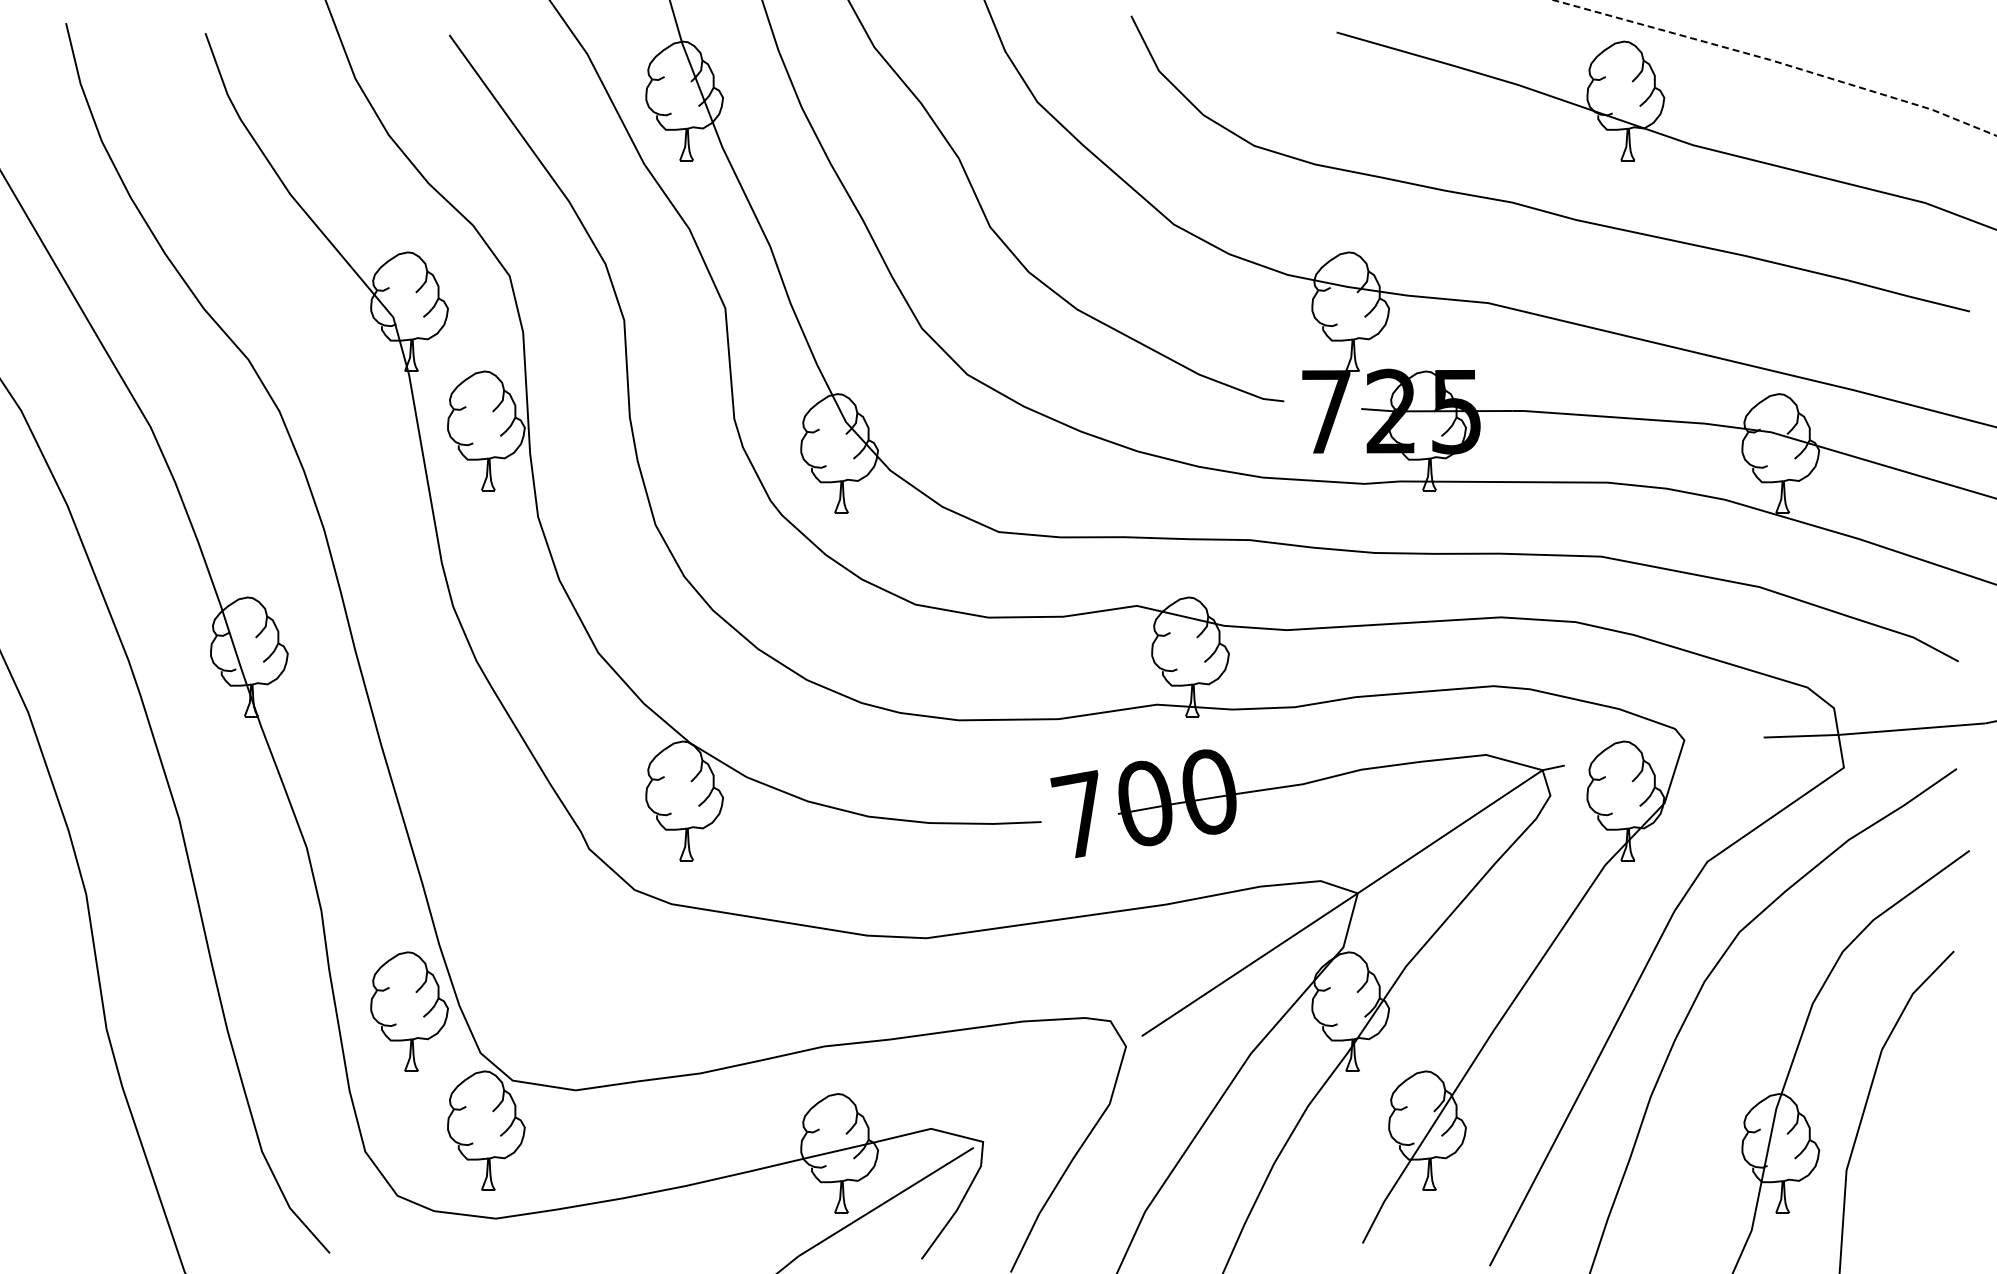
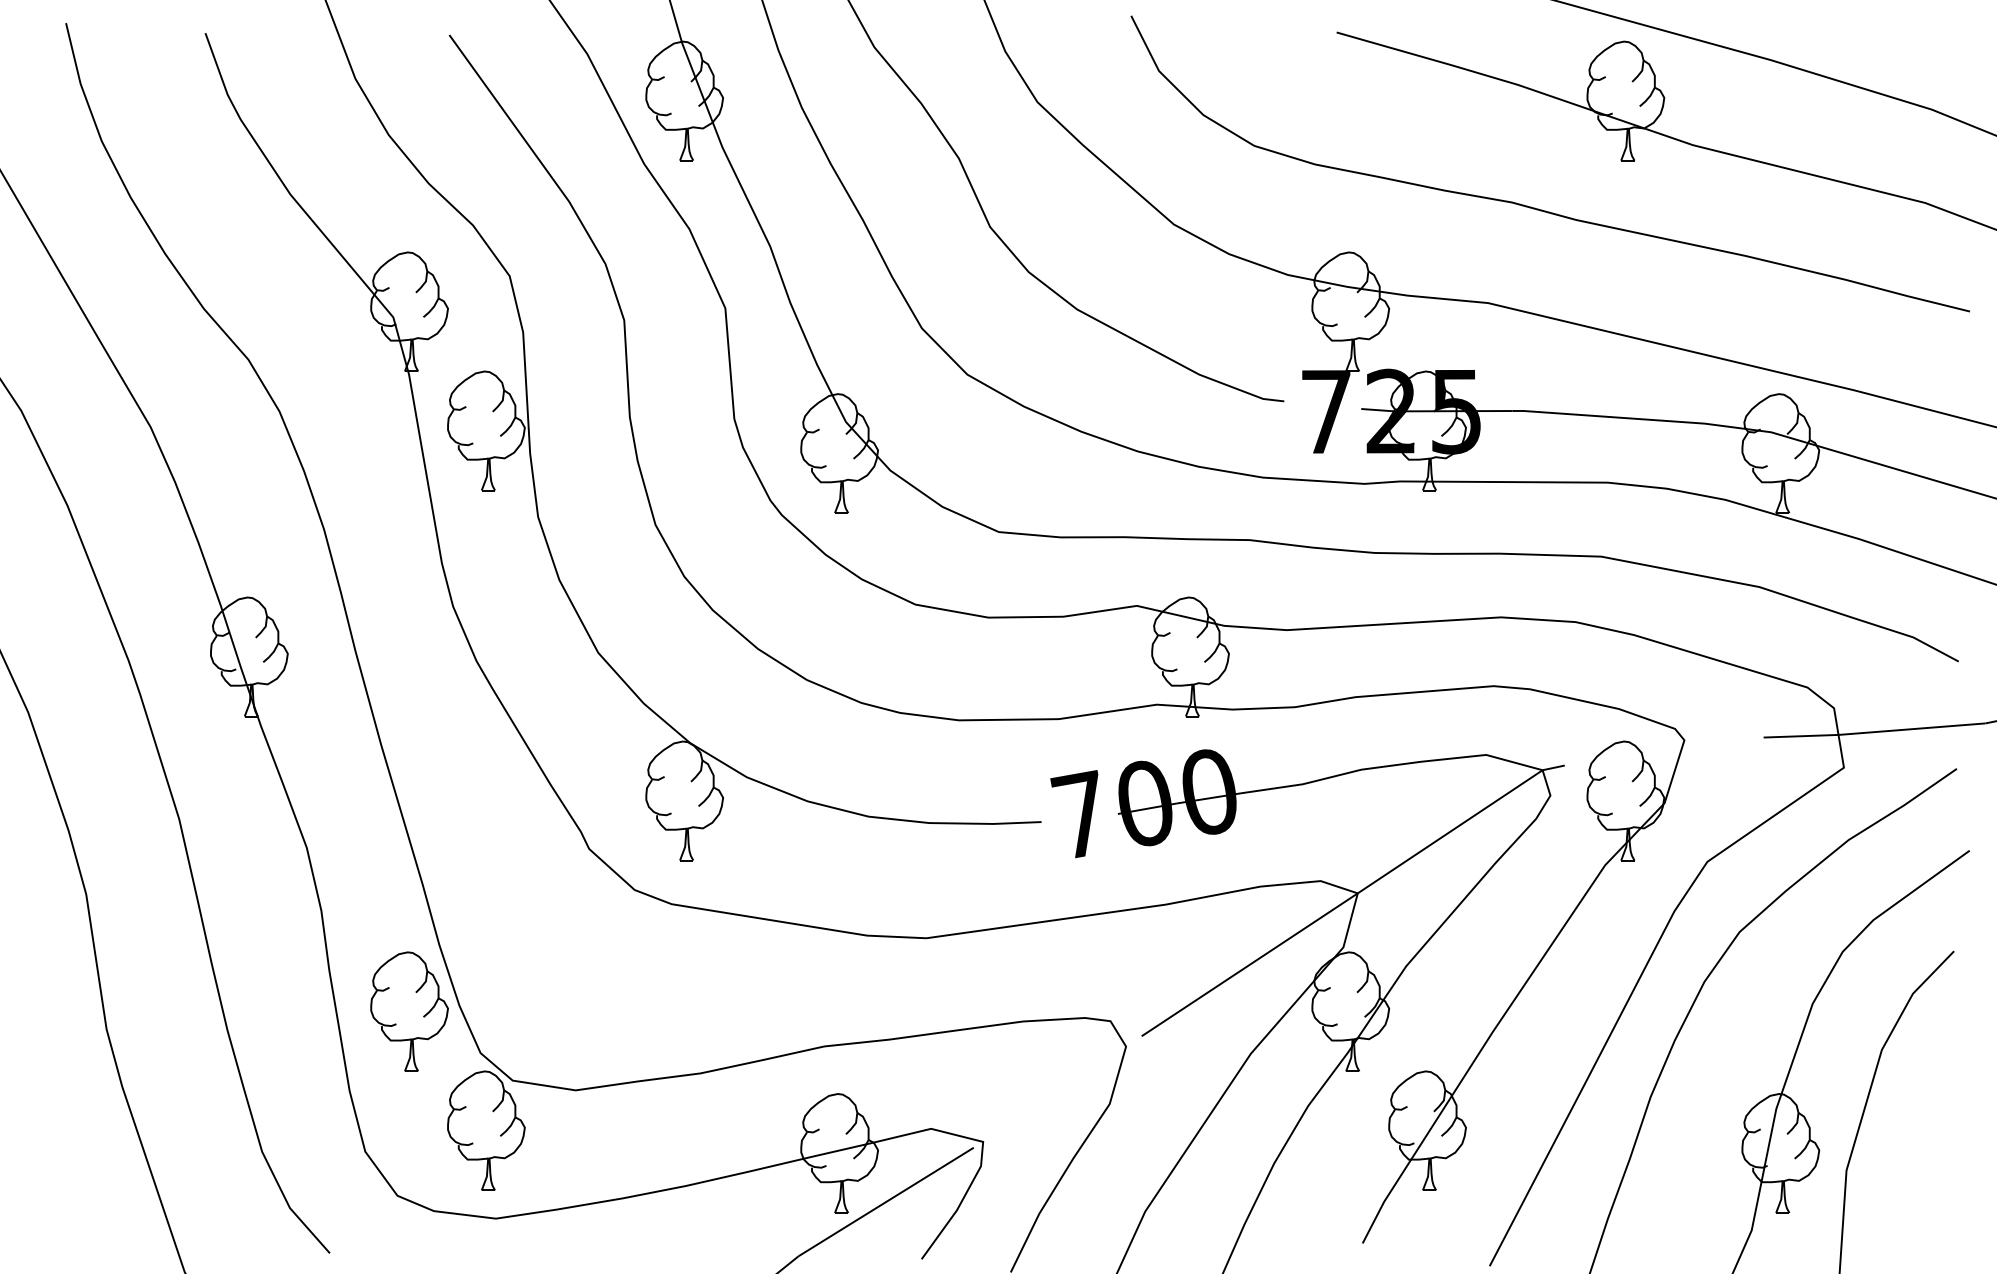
line at (1777, 62): dashed -> solid
